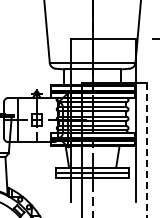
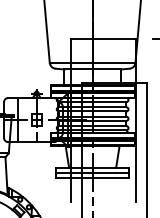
line at (146, 150): dashed -> solid
